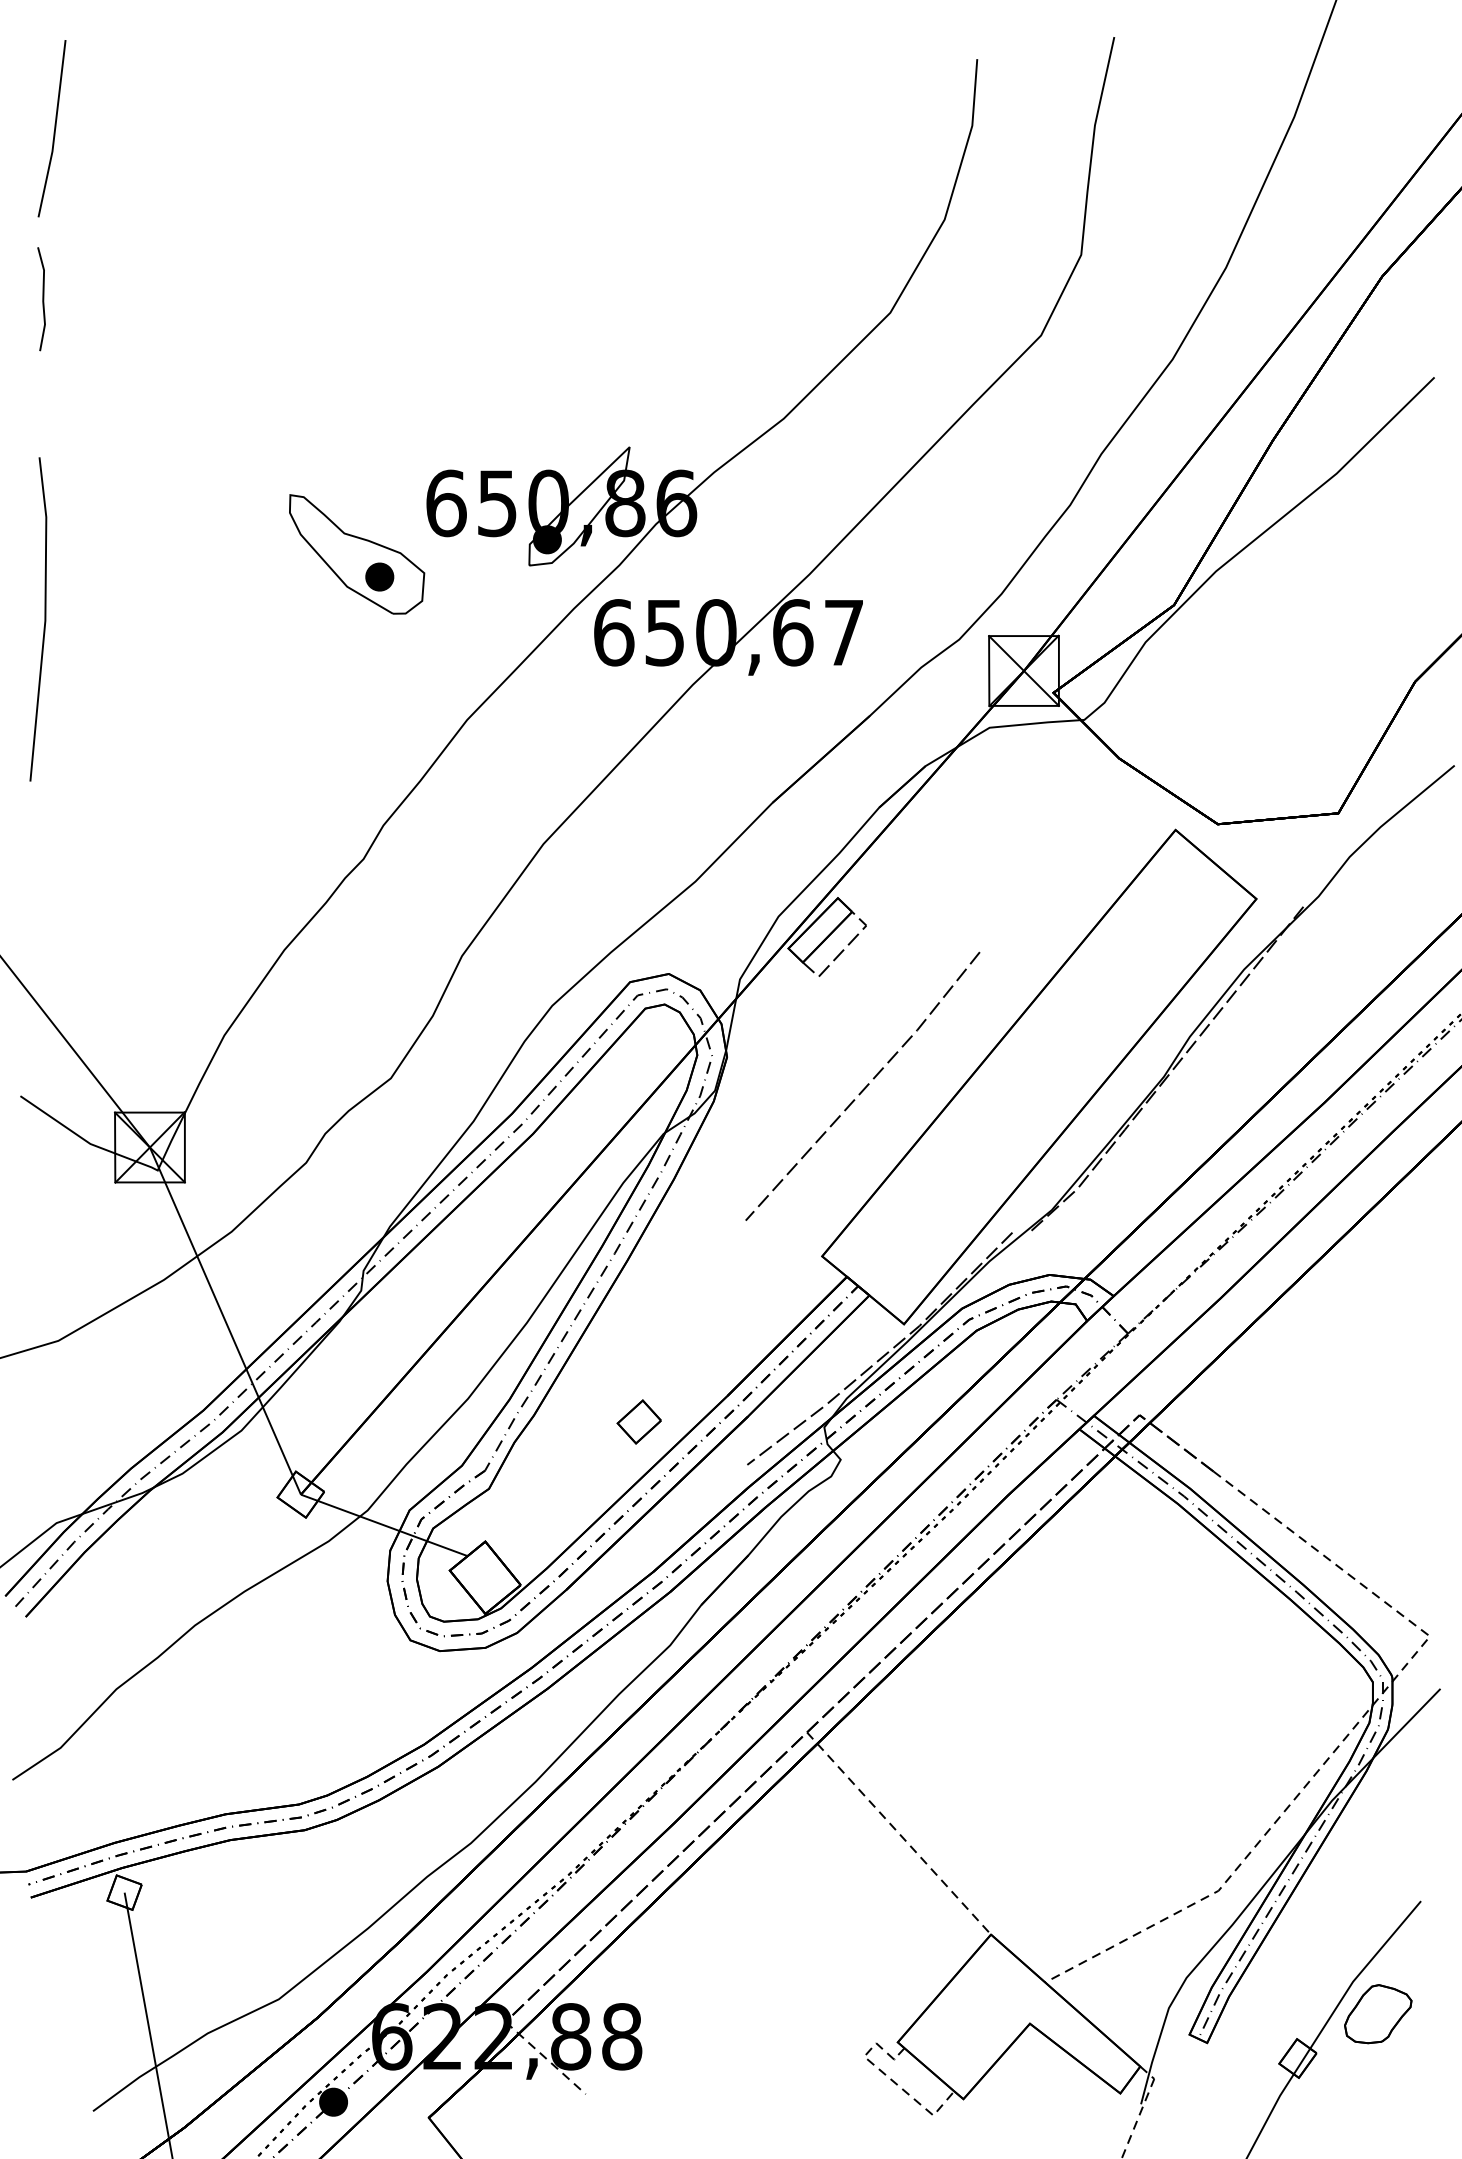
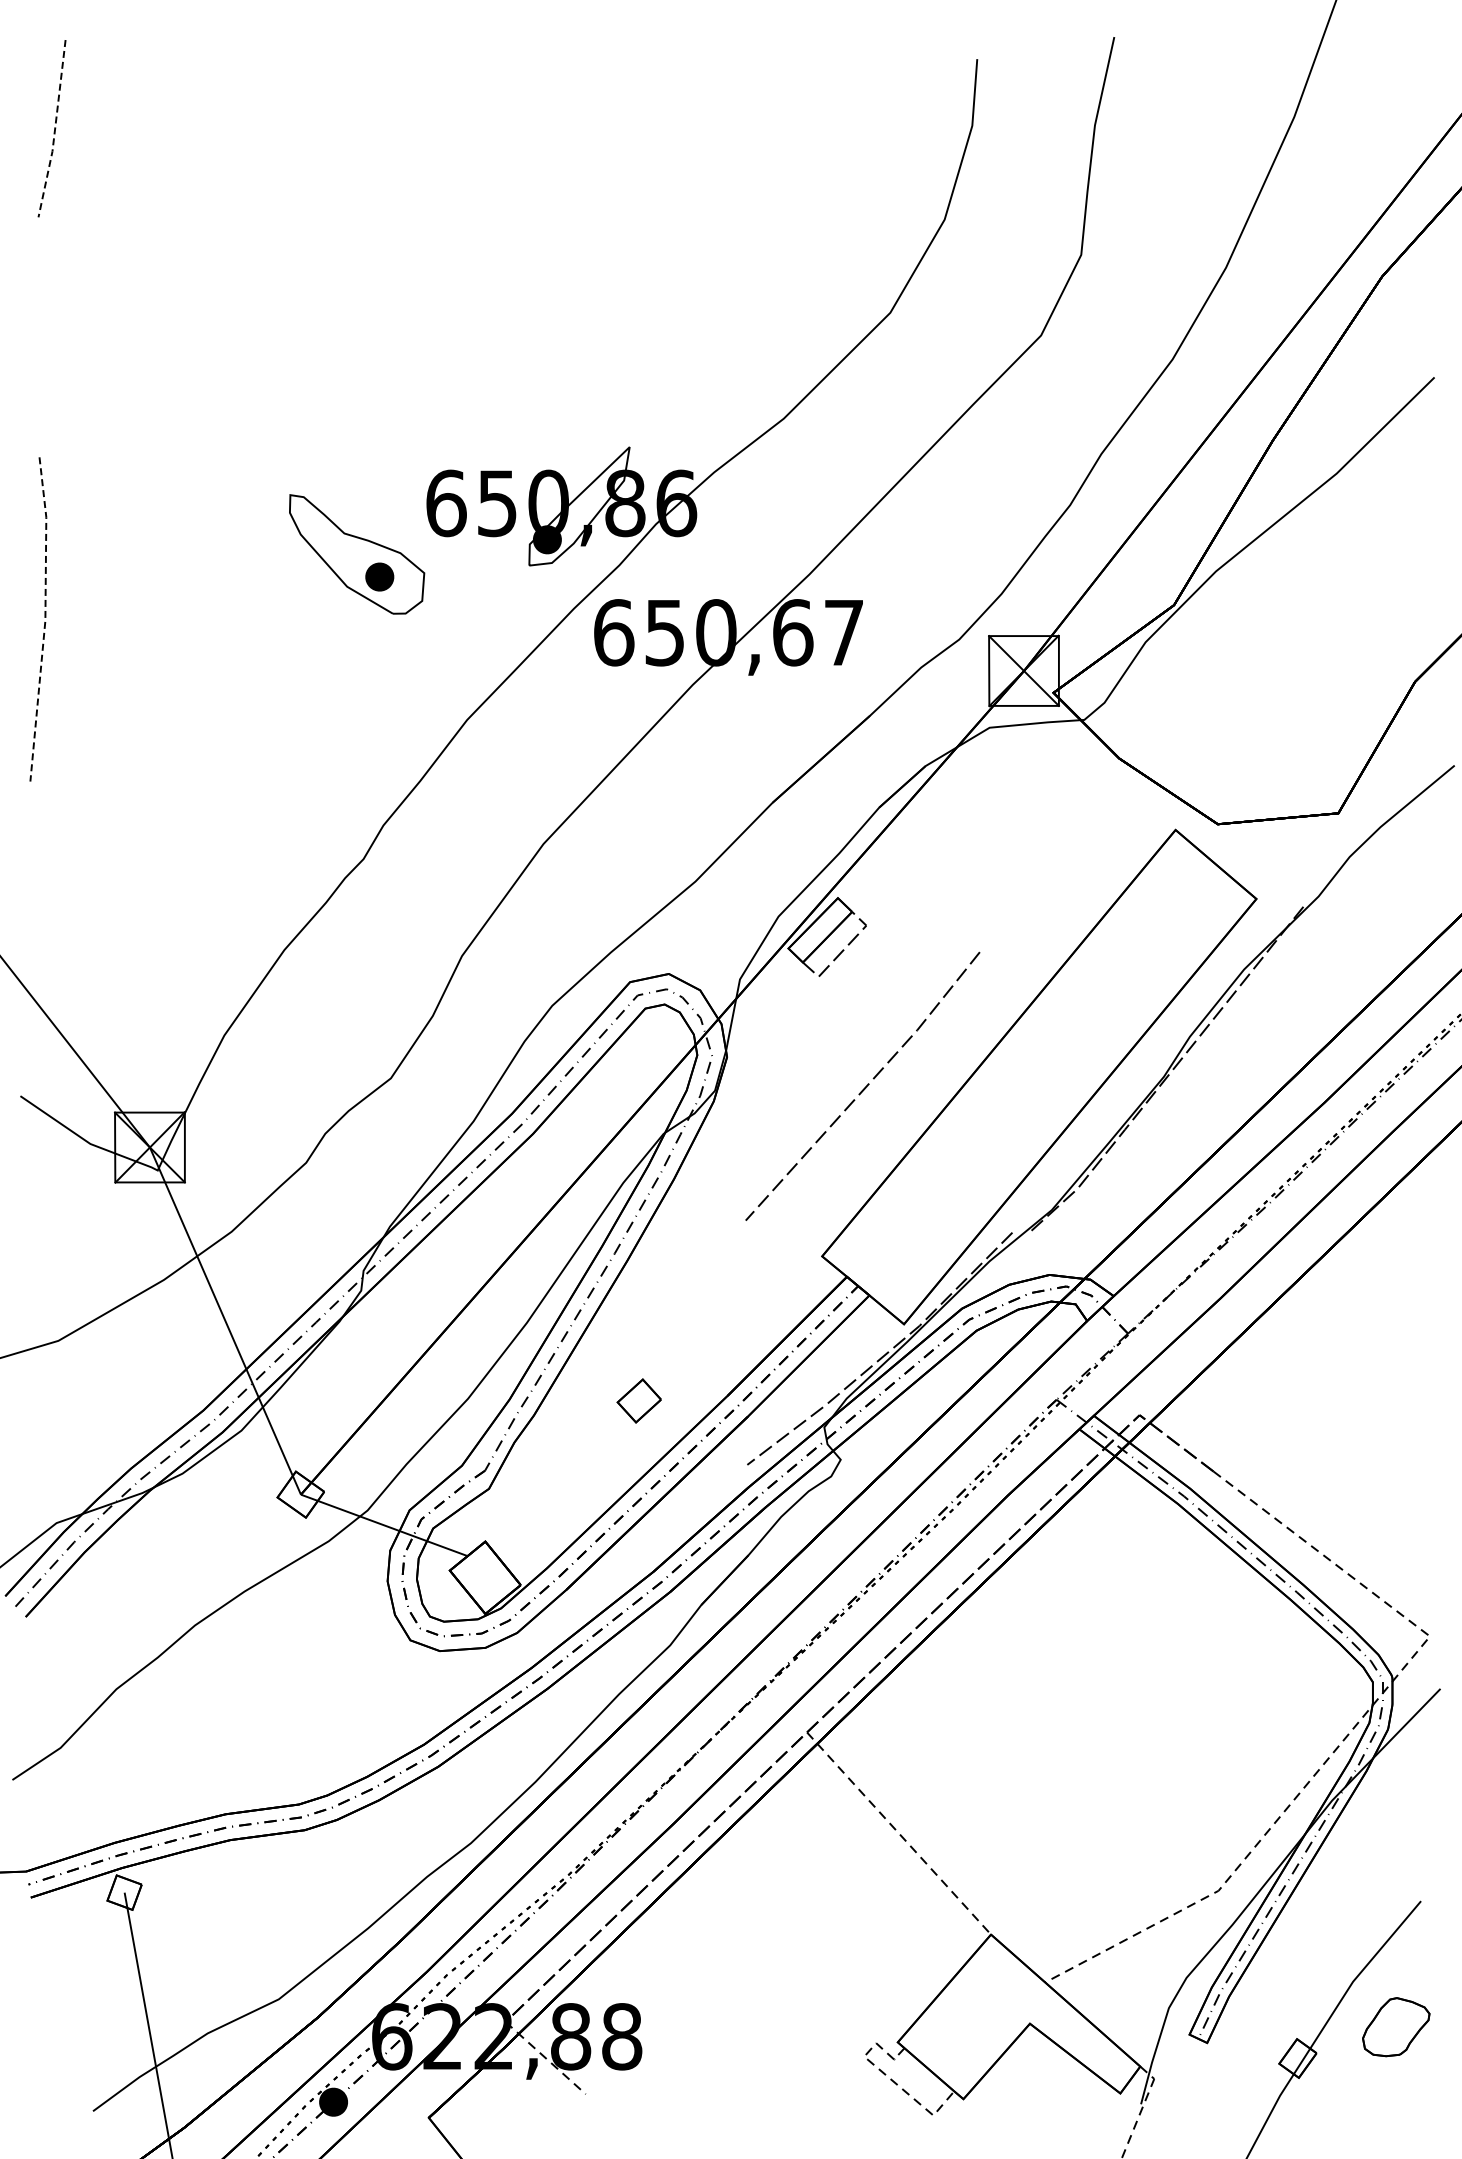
line at (55, 129): solid -> dashed
line at (42, 299): present -> none
line at (45, 619): solid -> dashed
part at (638, 1421) position: (638, 1421) -> (638, 1400)
part at (1378, 2014) position: (1378, 2014) -> (1396, 2027)
